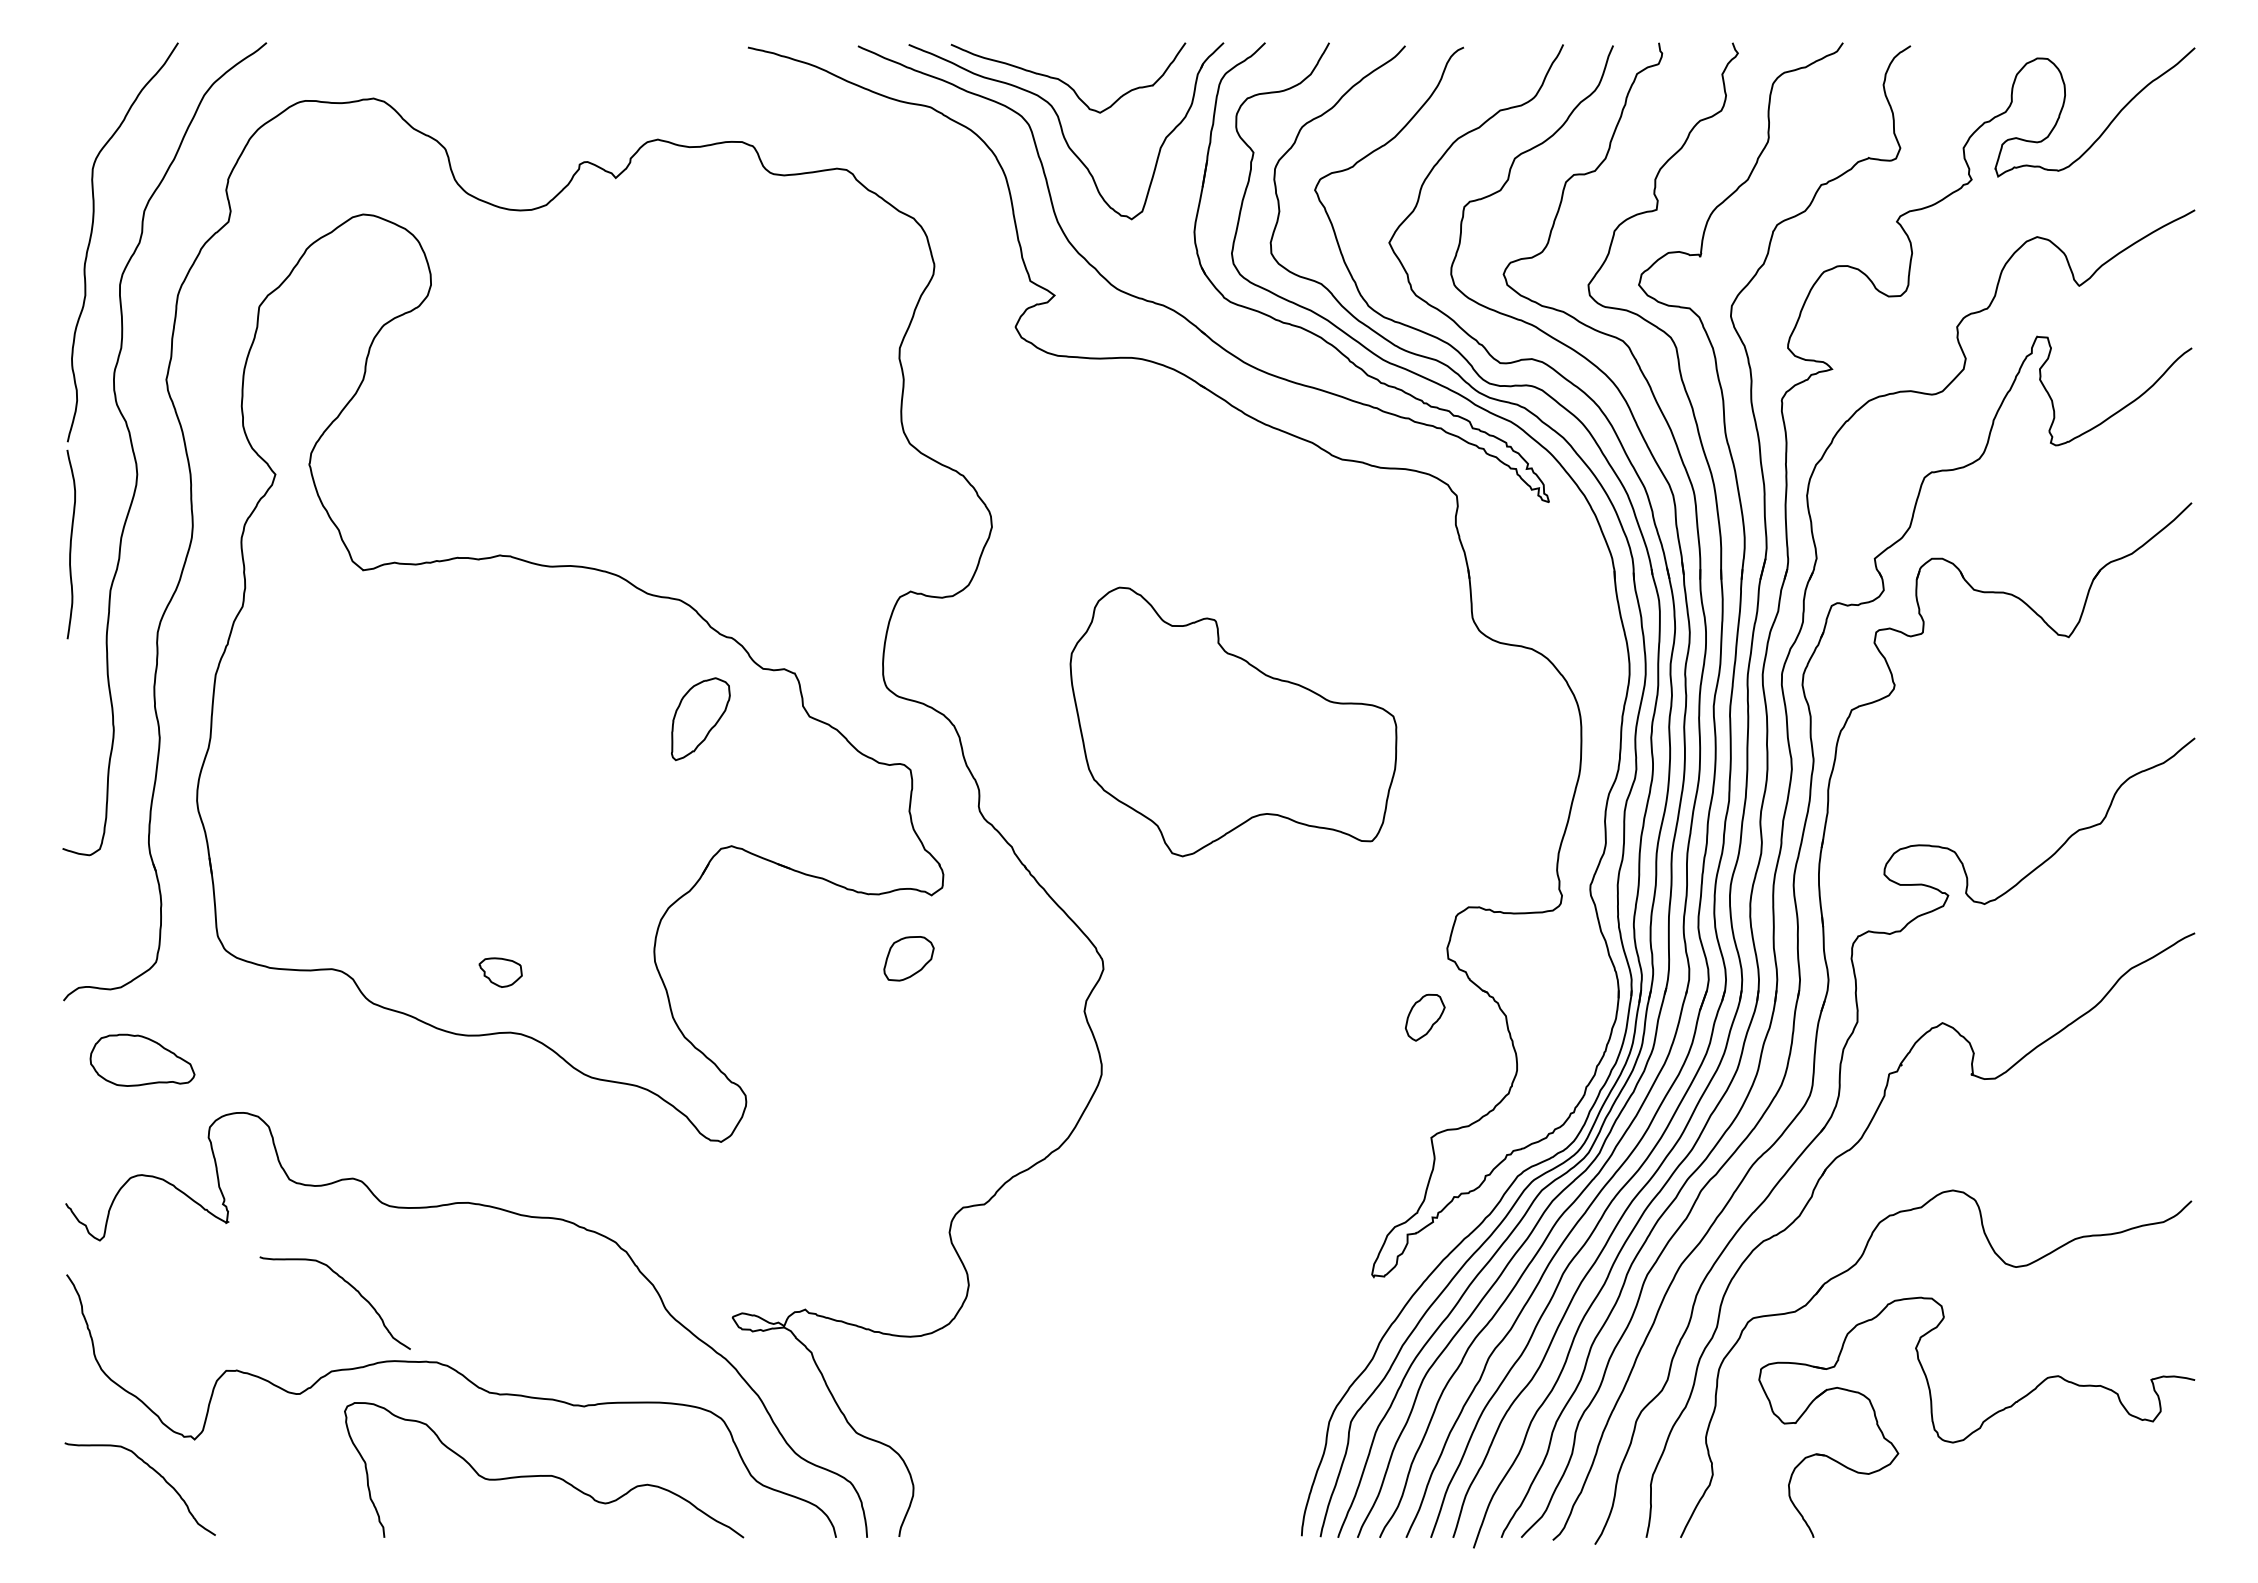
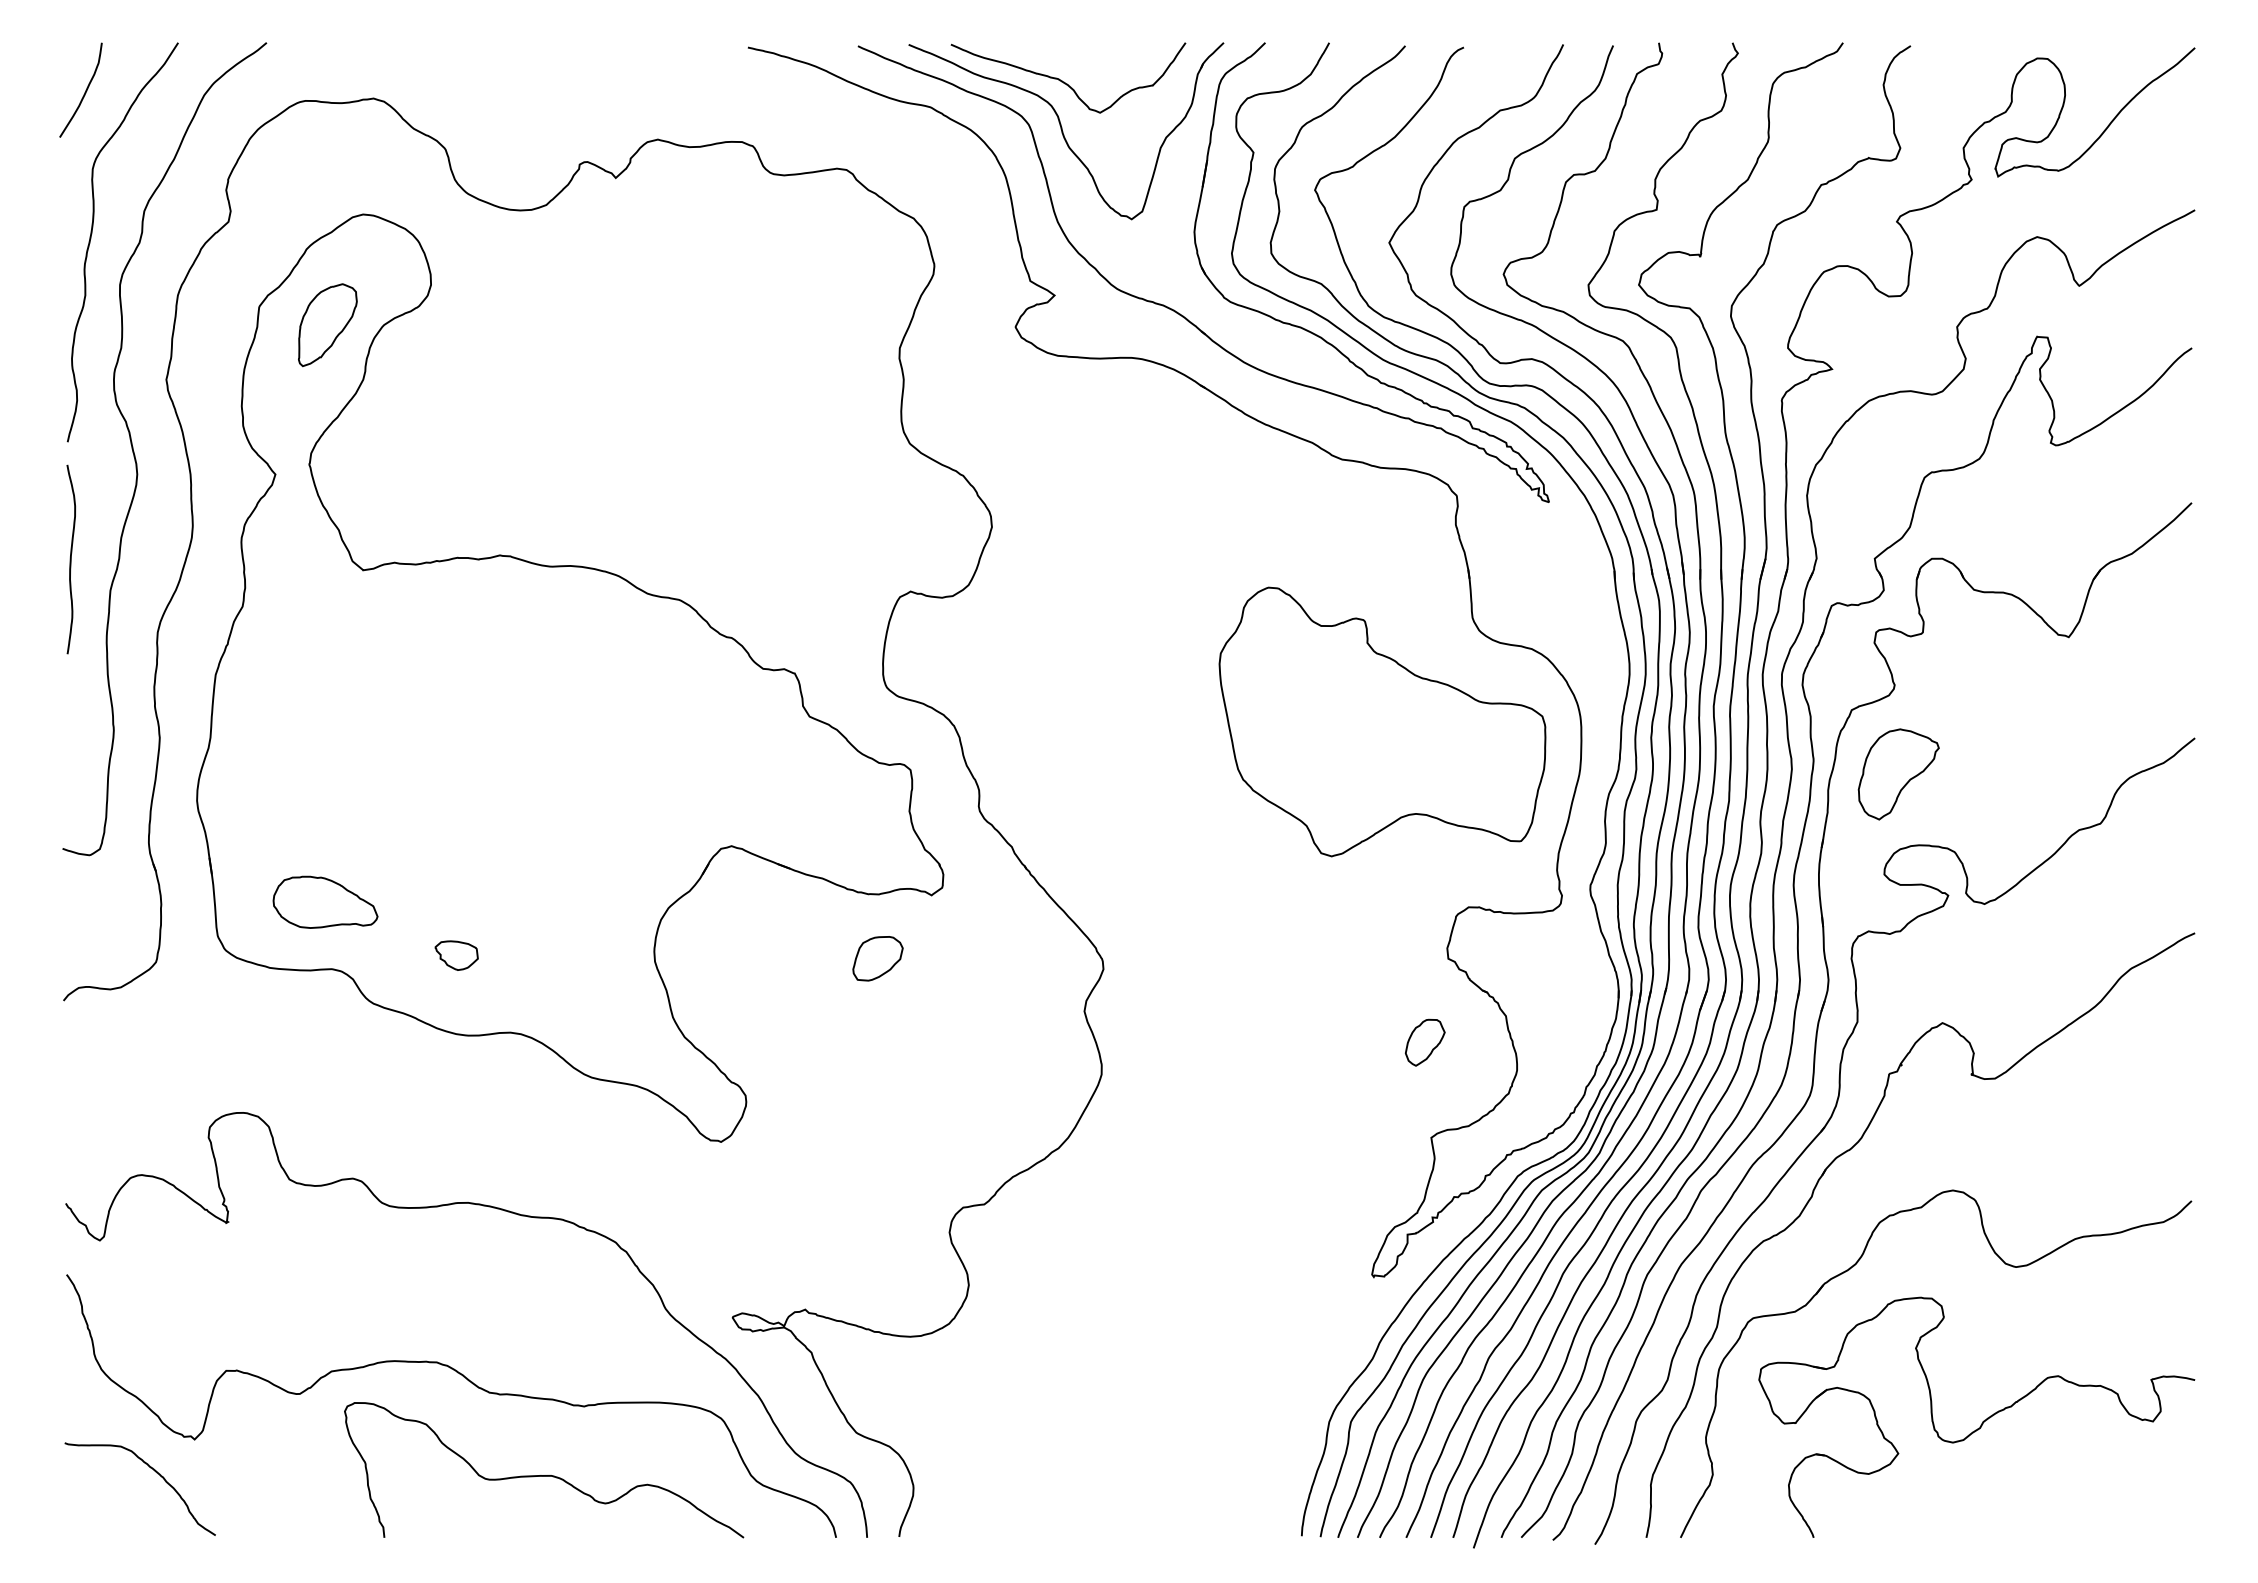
curve at (84, 92): none -> present
curve at (71, 544) position: (71, 544) -> (71, 559)
part at (700, 719) position: (700, 719) -> (327, 325)
part at (1233, 721) position: (1233, 721) -> (1382, 721)
part at (1898, 774): none -> present
part at (908, 958) position: (908, 958) -> (877, 958)
part at (500, 972) position: (500, 972) -> (456, 955)
part at (1424, 1017) position: (1424, 1017) -> (1424, 1042)
part at (142, 1059) position: (142, 1059) -> (325, 901)
curve at (350, 1286): present -> none
